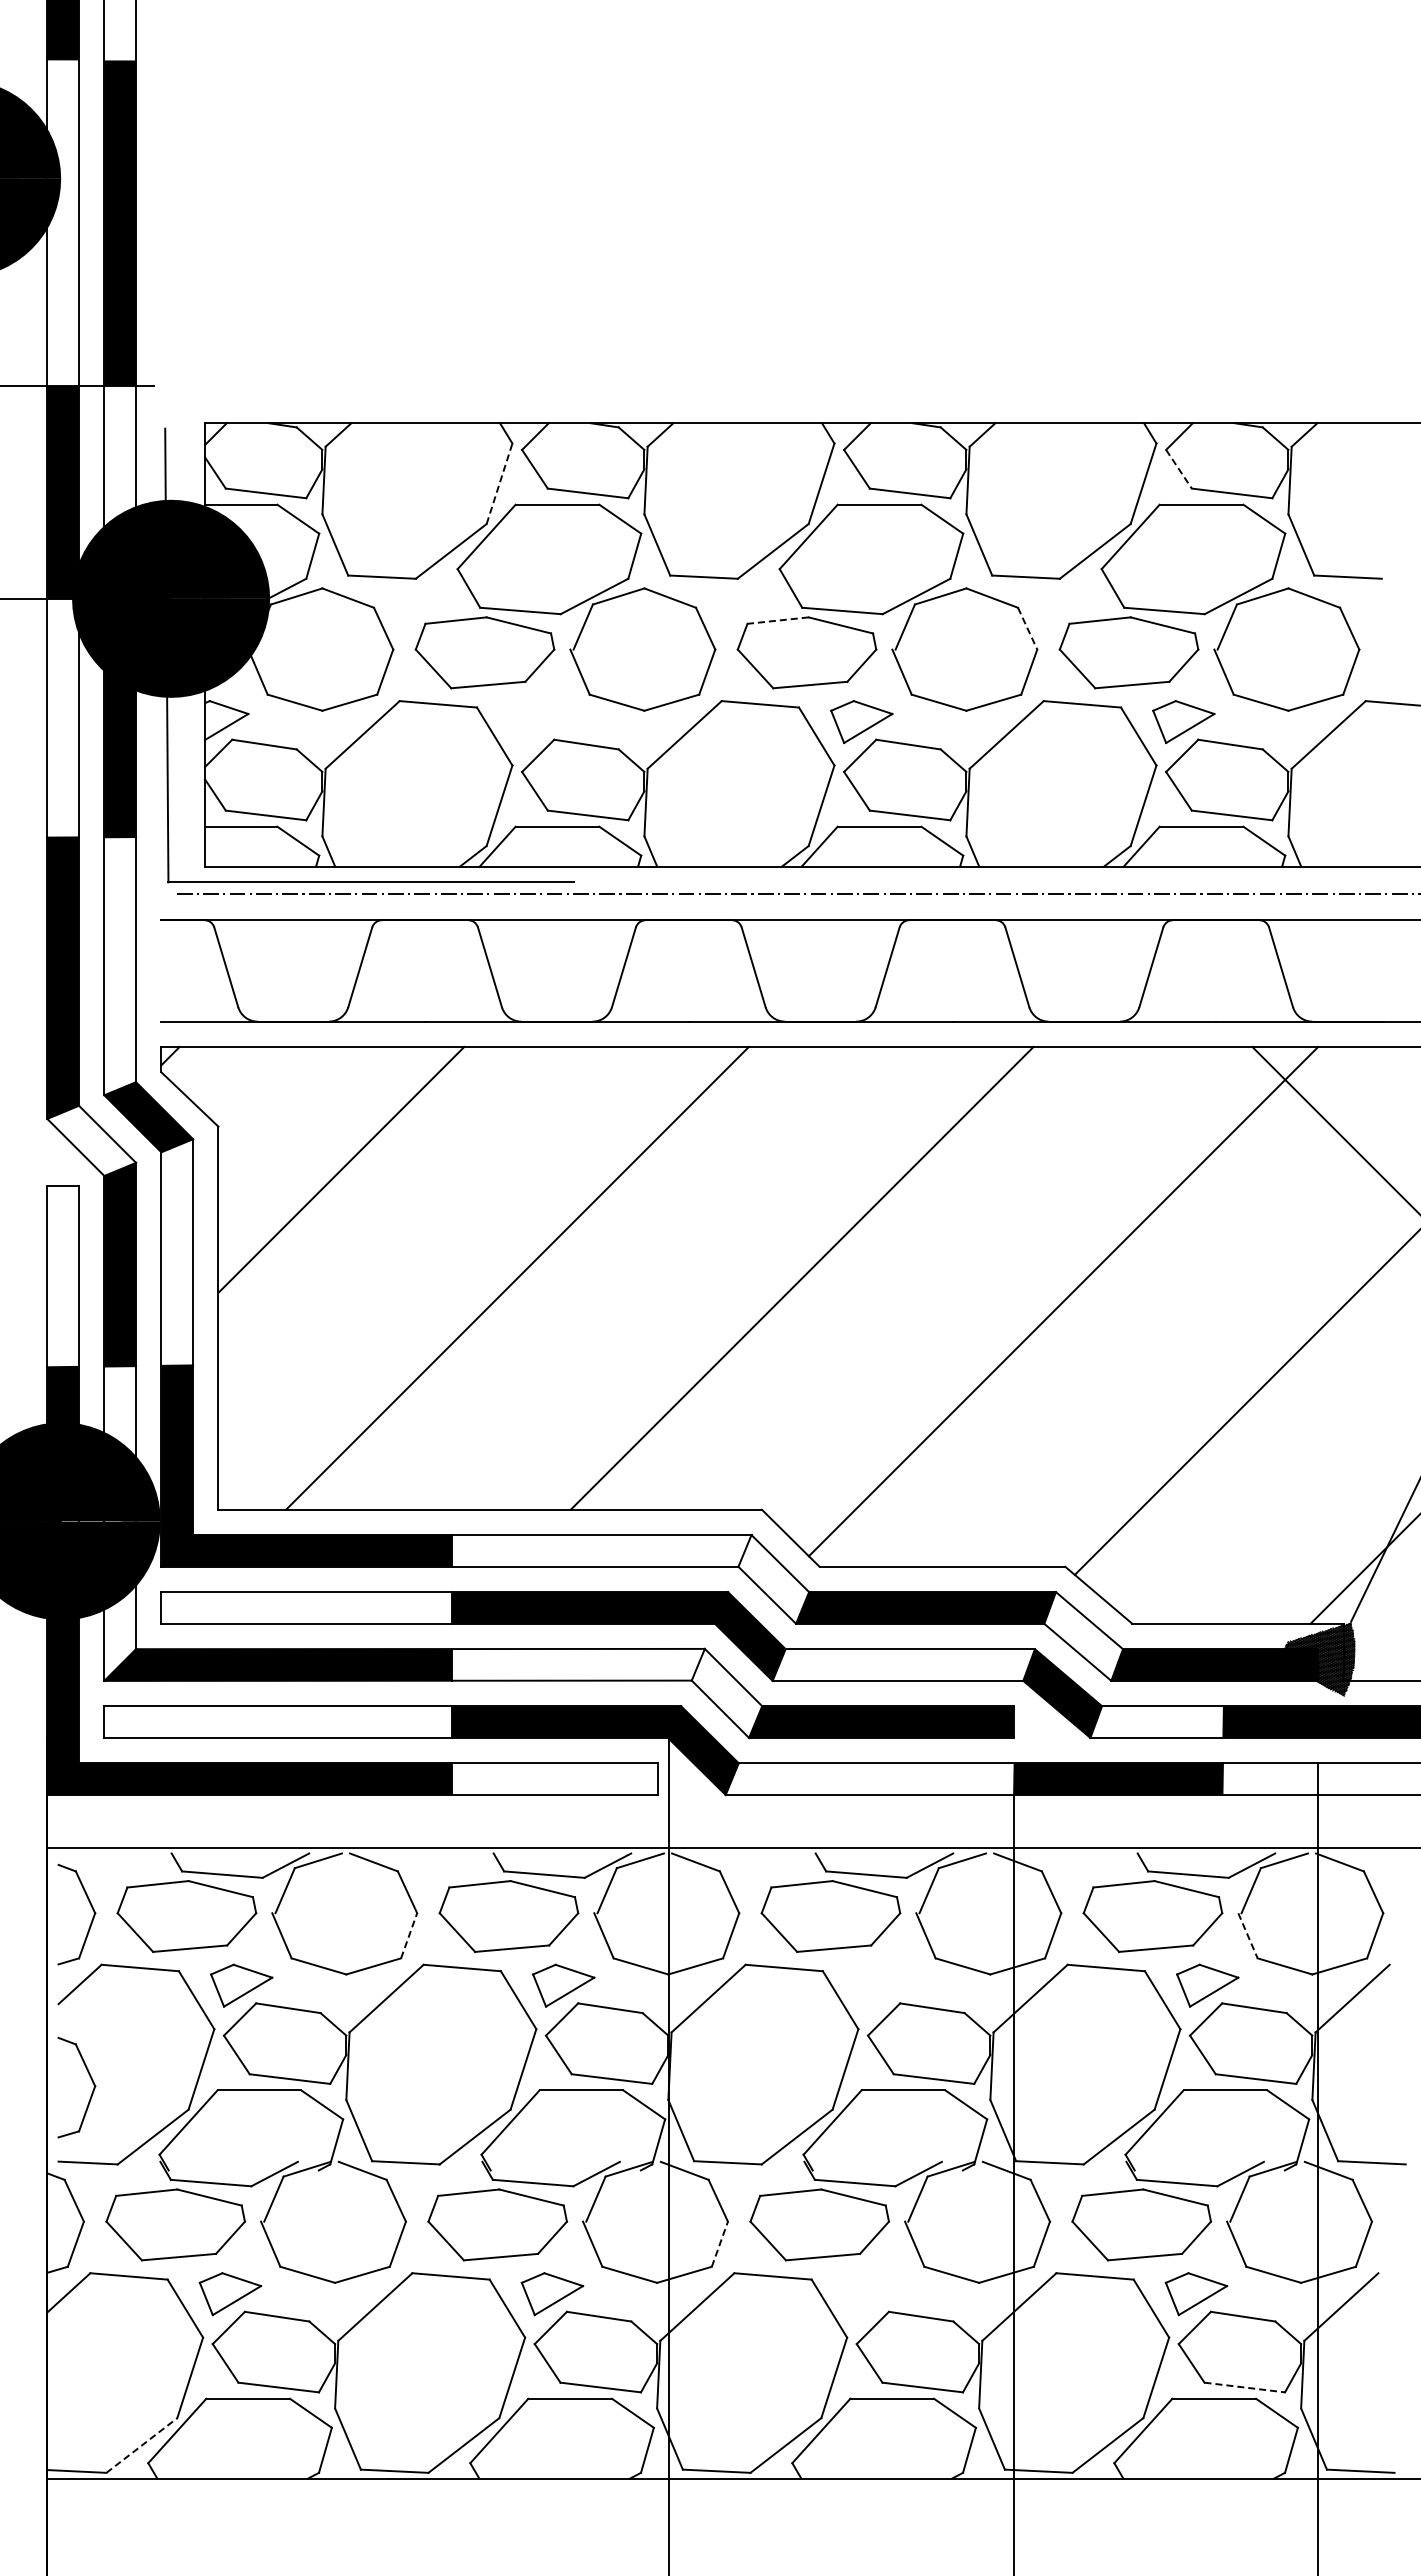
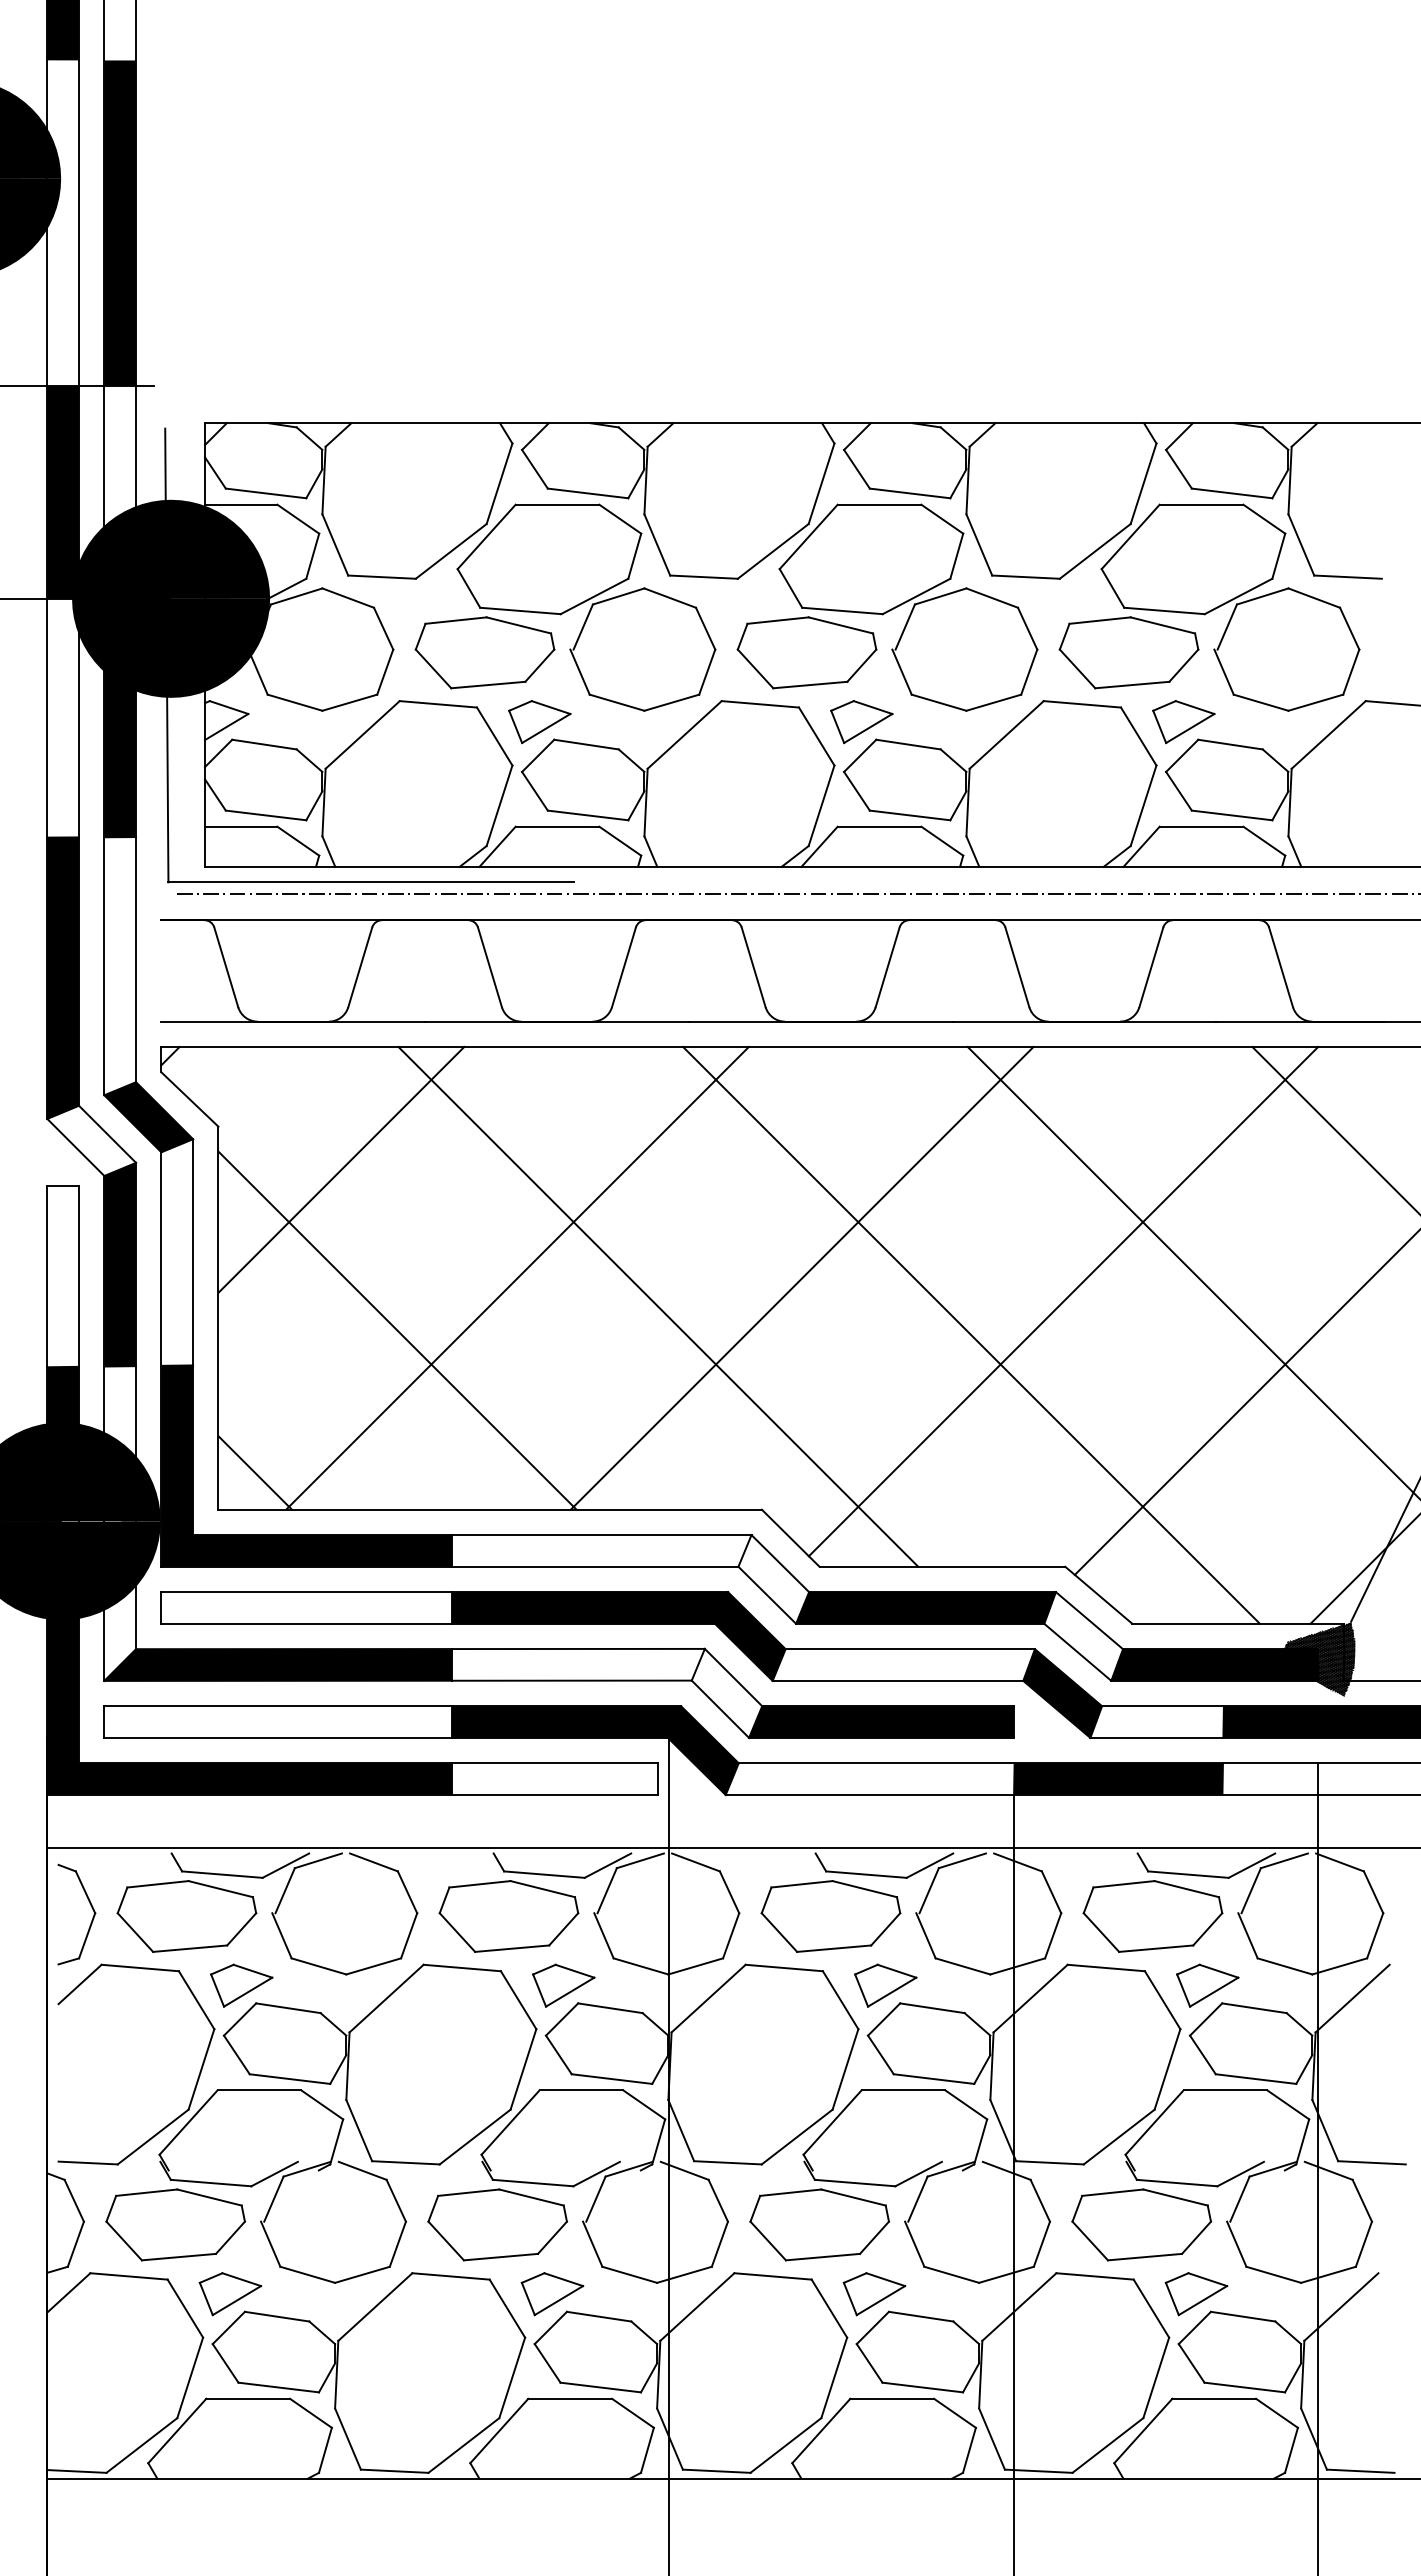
line at (1179, 469): dashed -> solid
line at (499, 483): dashed -> solid
line at (778, 620): dashed -> solid
line at (1027, 629): dashed -> solid
part at (539, 722): none -> present
line at (1192, 1271): none -> present
line at (658, 1306): none -> present
line at (397, 1330): none -> present
line at (971, 1335): none -> present
line at (255, 1472): none -> present
line at (409, 1935): dashed -> solid
line at (1248, 1935): dashed -> solid
part at (885, 1985): none -> present
part at (90, 2095): present -> none
line at (719, 2244): dashed -> solid
part at (874, 2294): none -> present
line at (1244, 2387): dashed -> solid
line at (141, 2445): dashed -> solid
